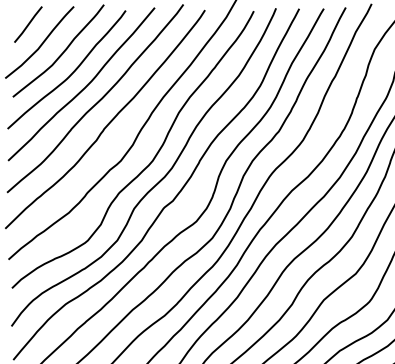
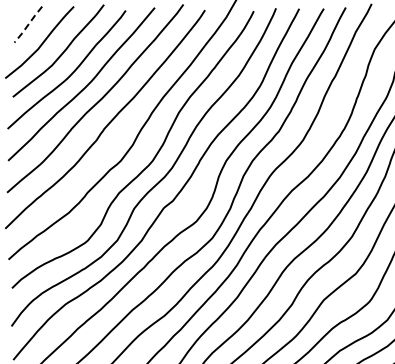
line at (28, 24): solid -> dashed
